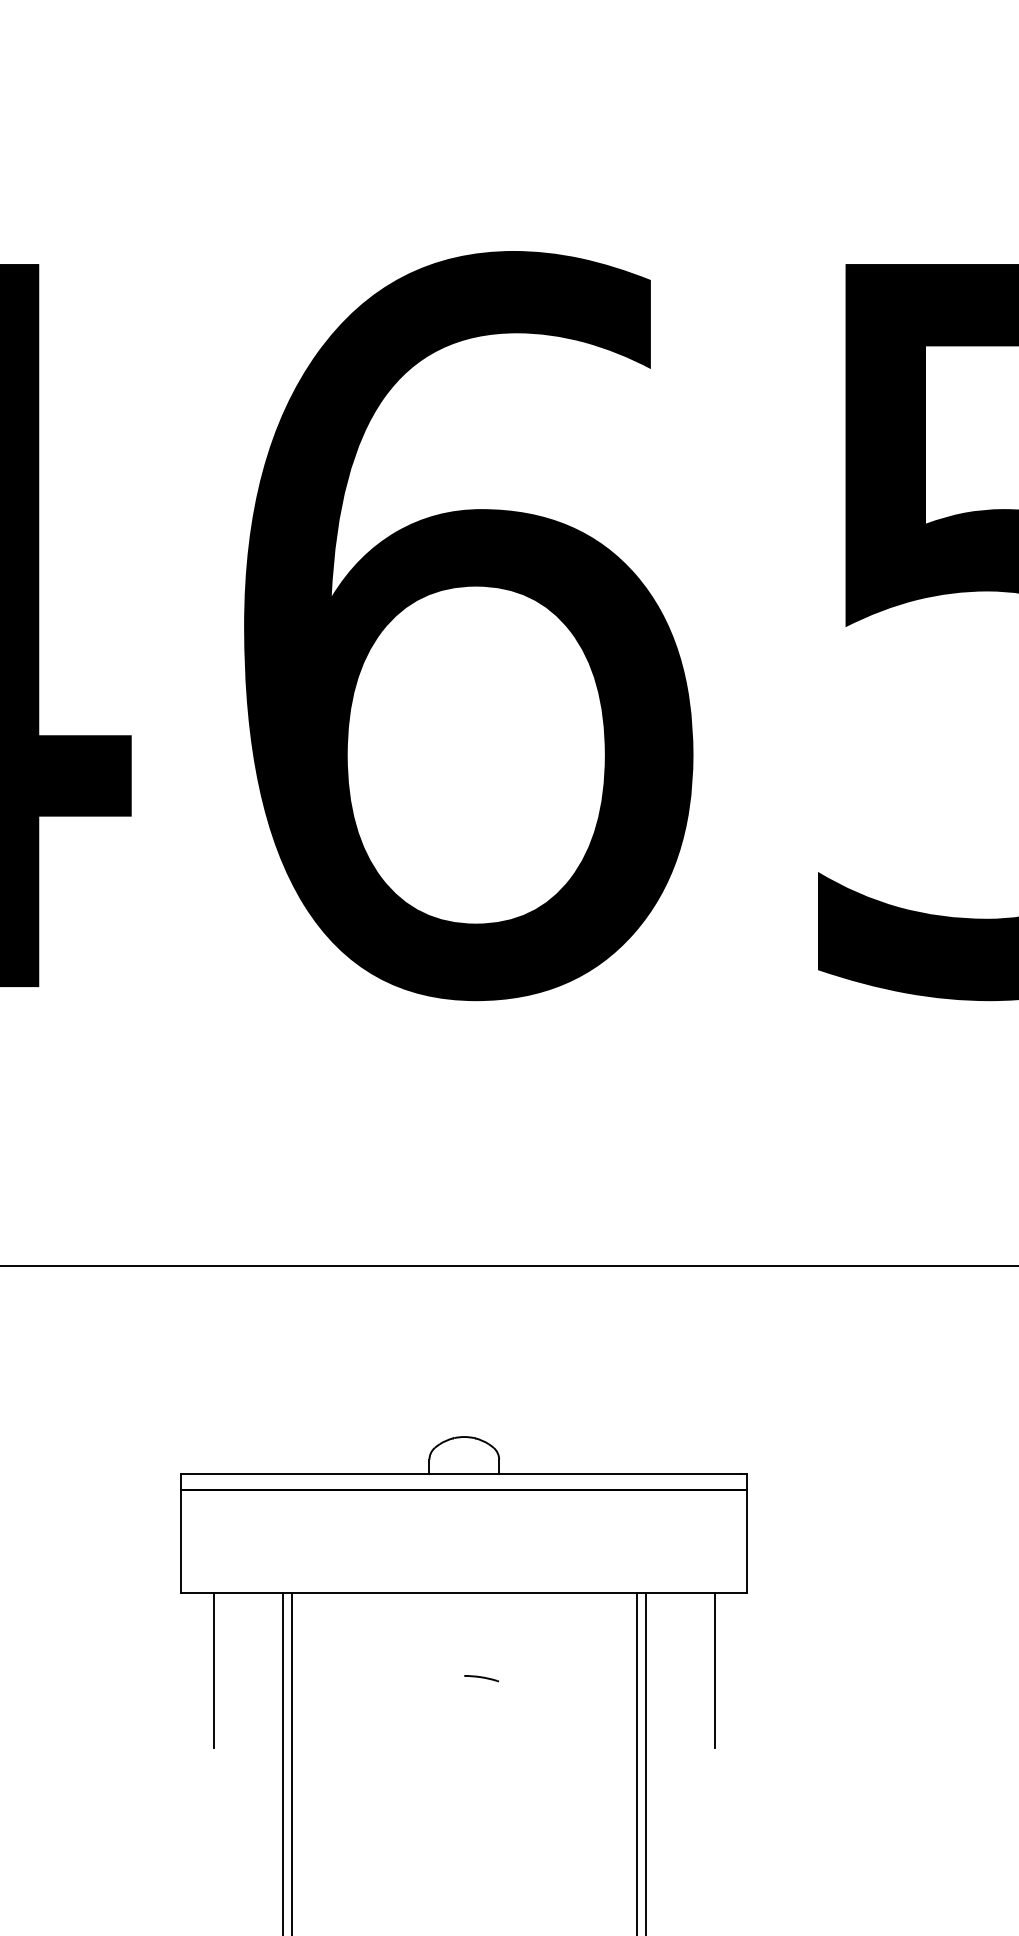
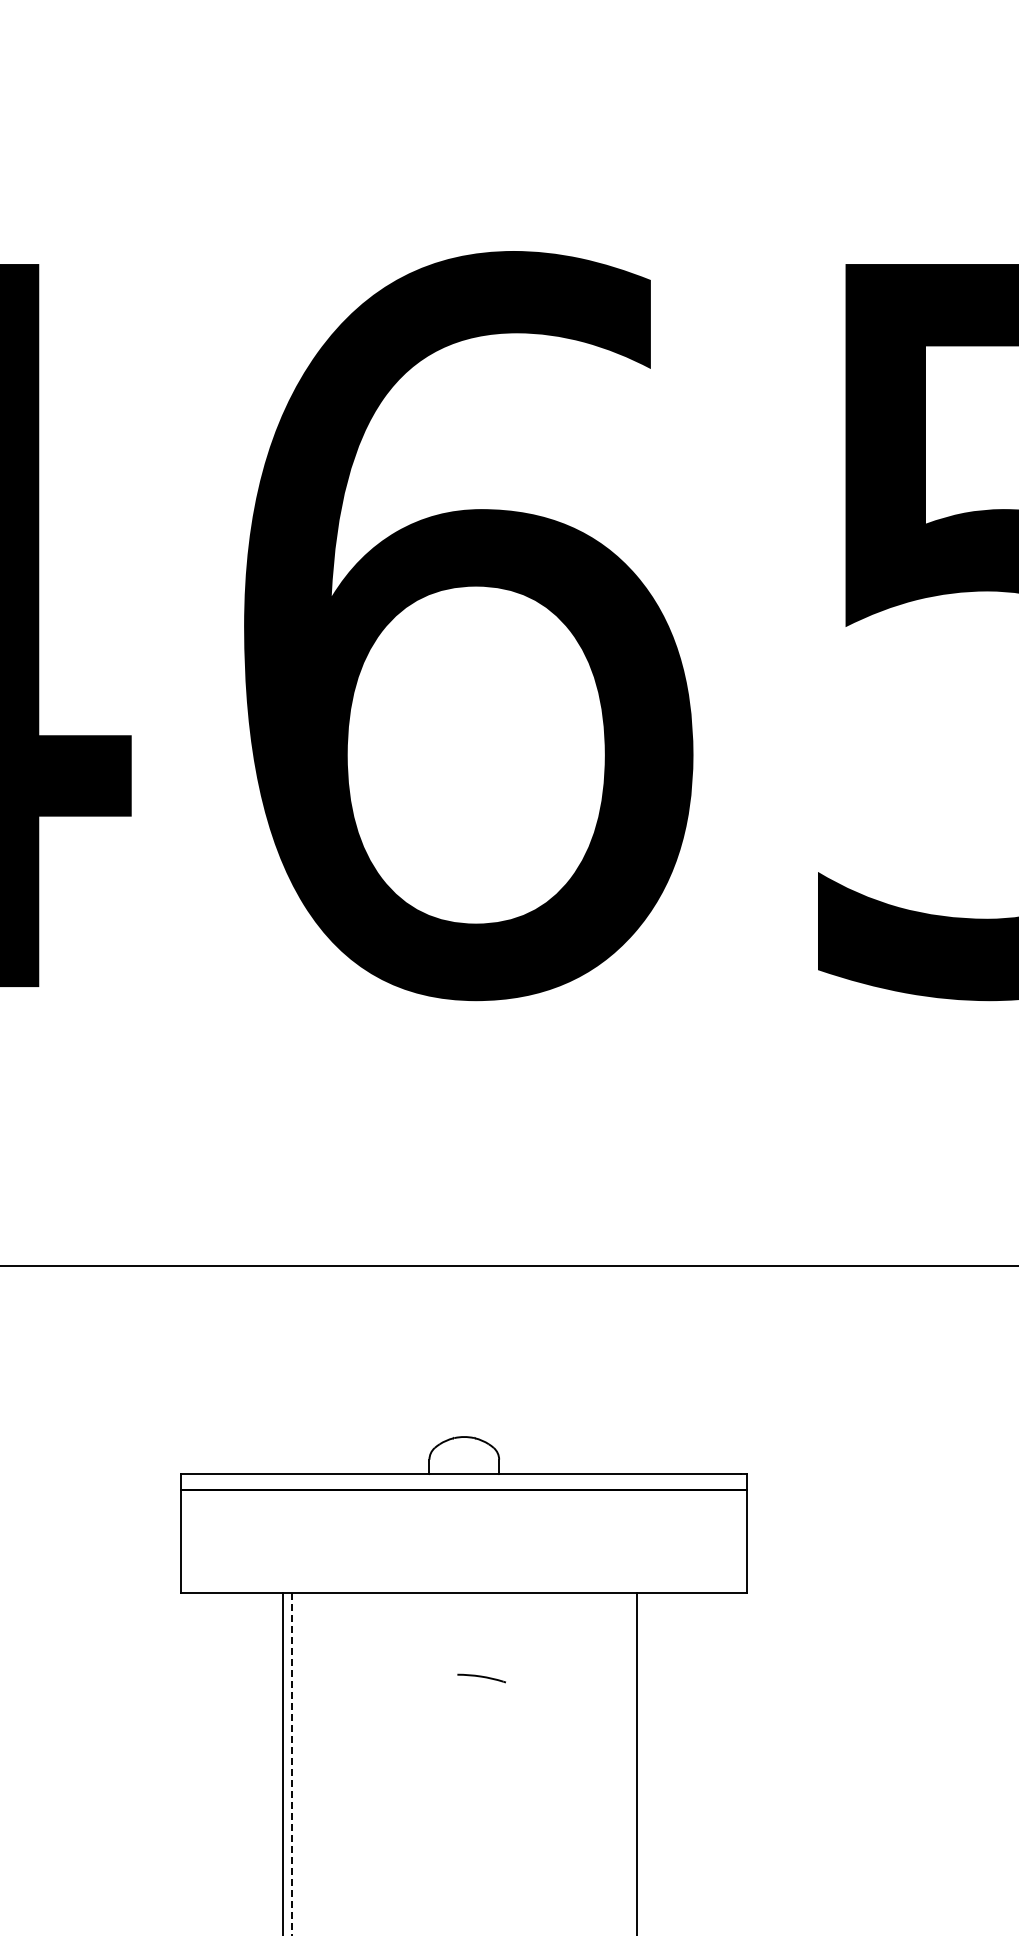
line at (213, 1669): present -> none
line at (714, 1669): present -> none
part at (481, 1678) size: 35x8 px -> 49x11 px
line at (645, 1762): present -> none
line at (291, 1764): solid -> dashed
